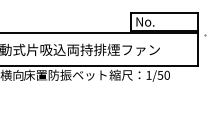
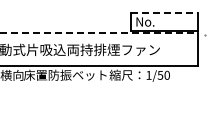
line at (164, 13): solid -> dashed
line at (99, 32): solid -> dashed
